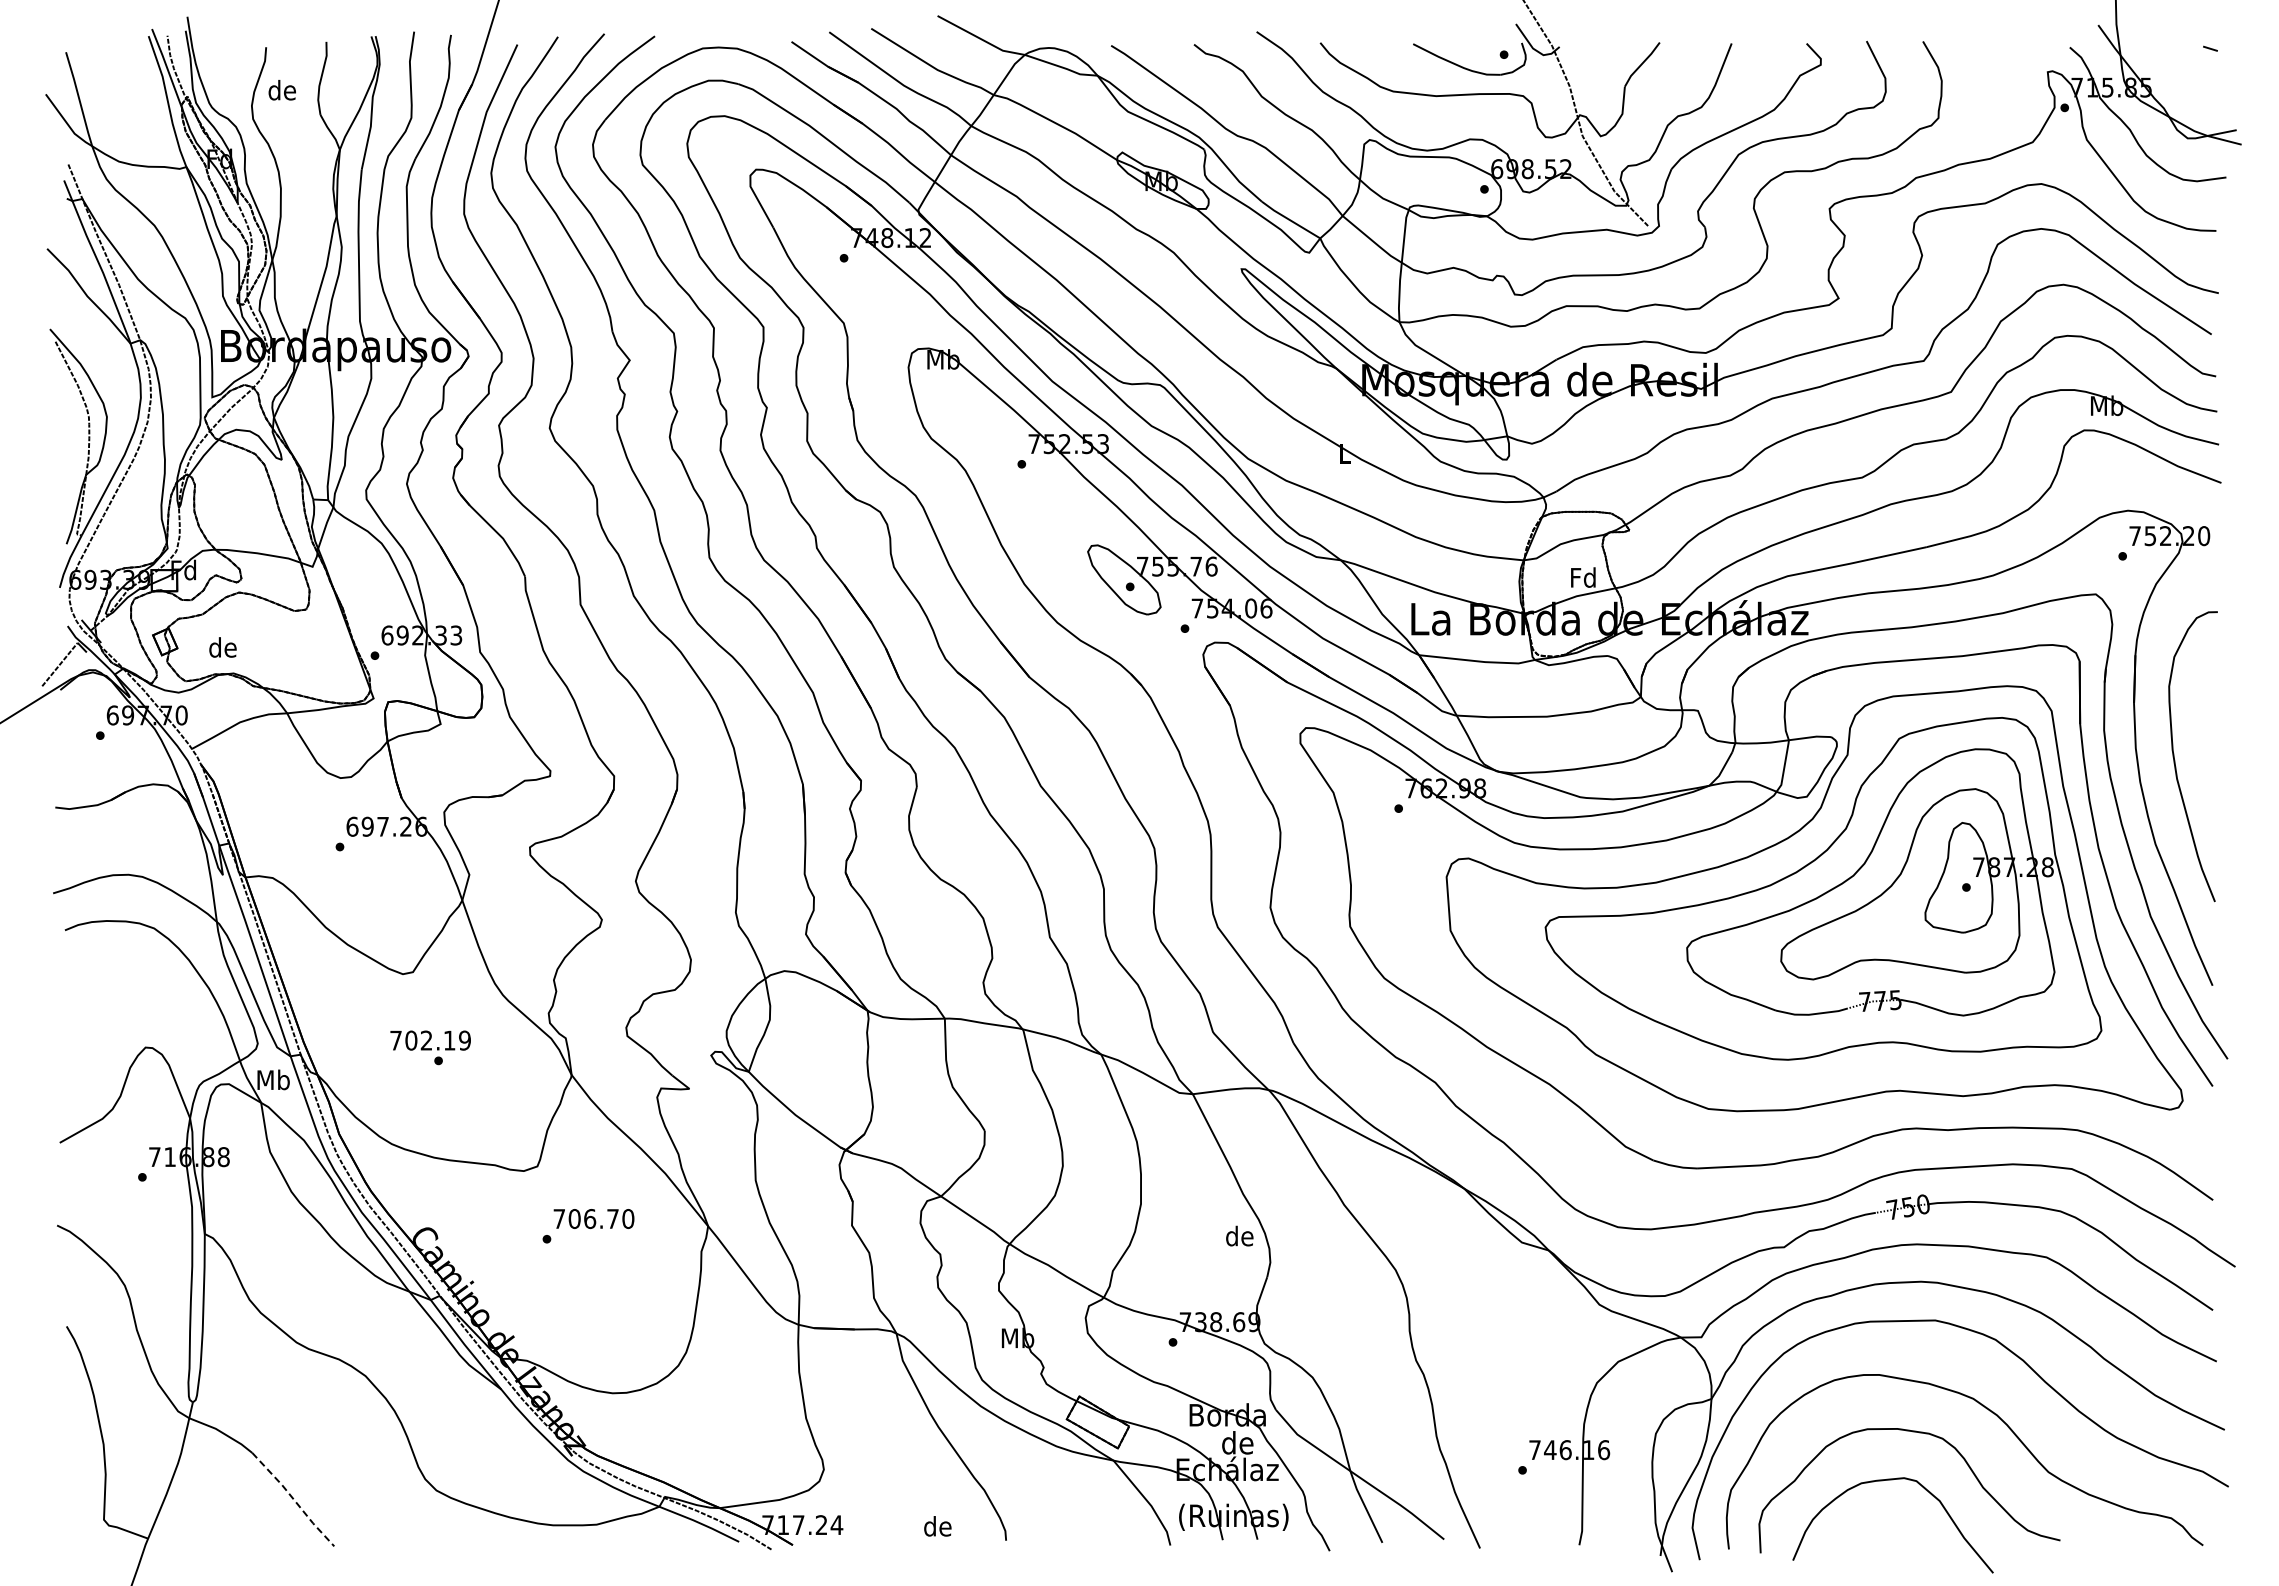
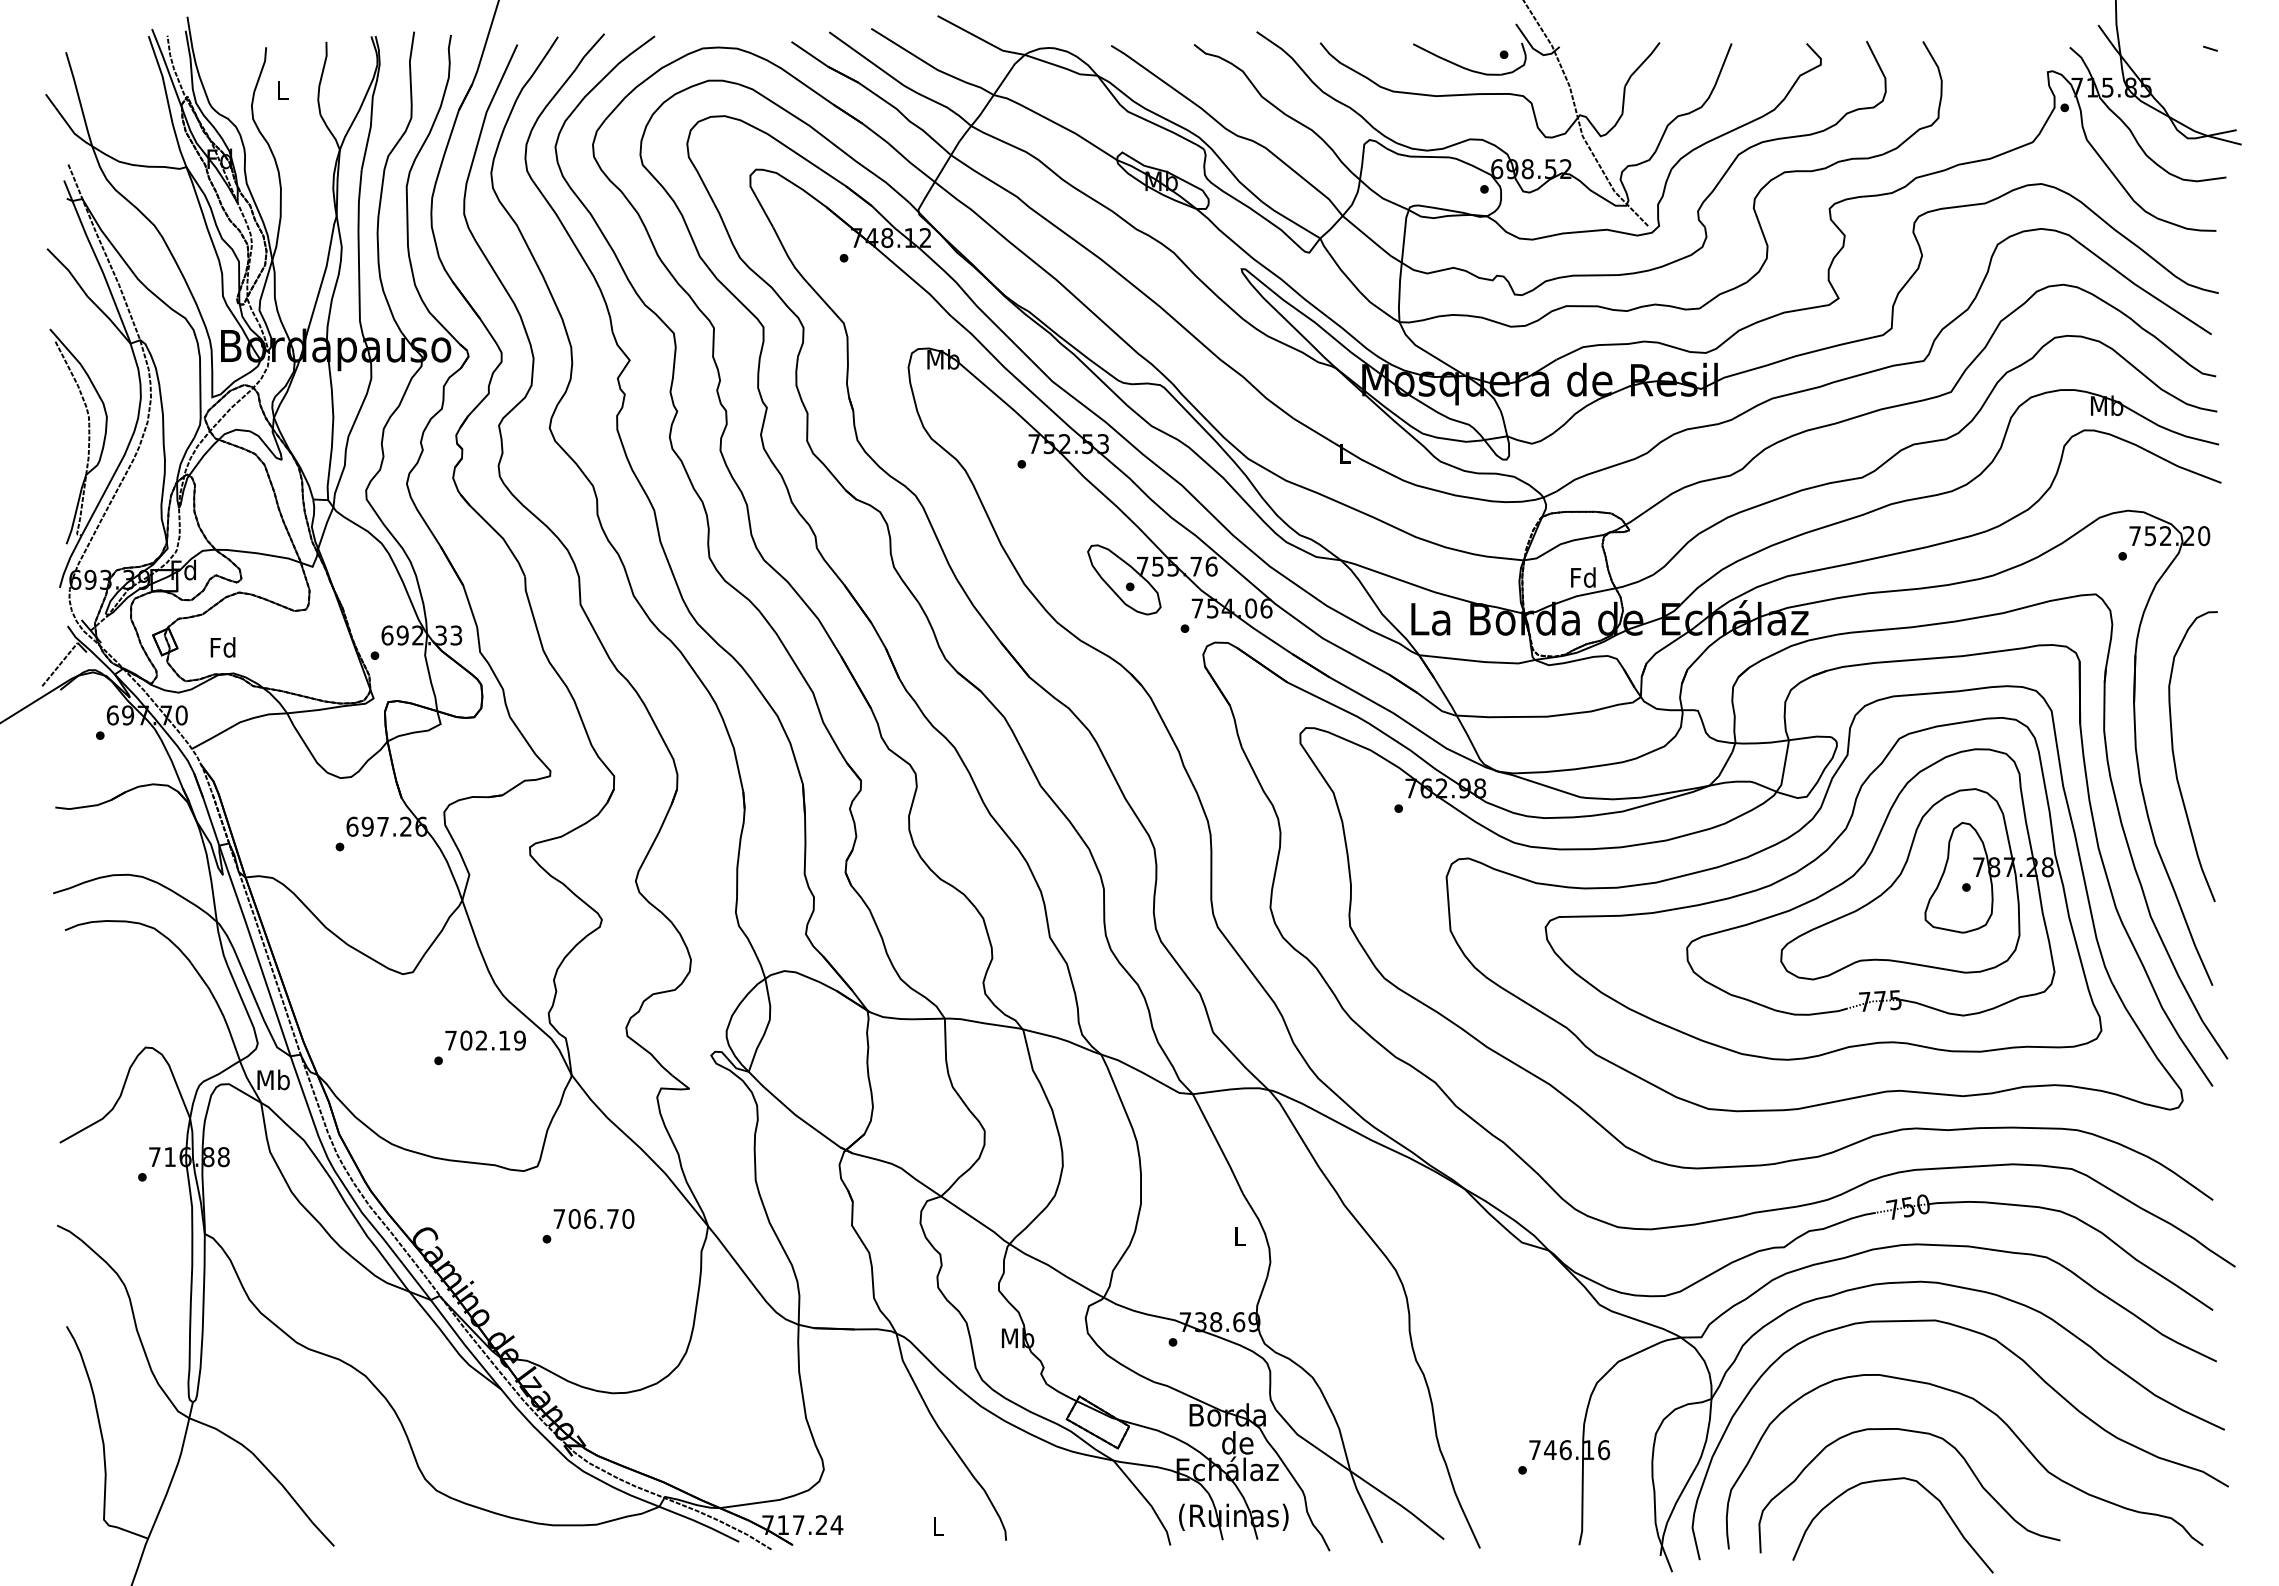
text at (282, 89): de -> L
text at (222, 647): de -> Fd
text at (430, 1040) position: (430, 1040) -> (485, 1040)
text at (1239, 1235): de -> L
line at (293, 1499): dashed -> solid
text at (937, 1526): de -> L
